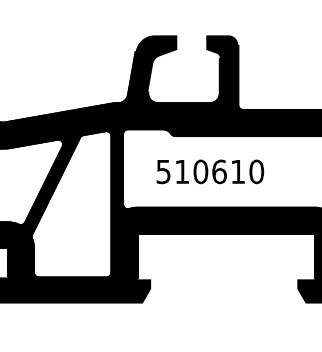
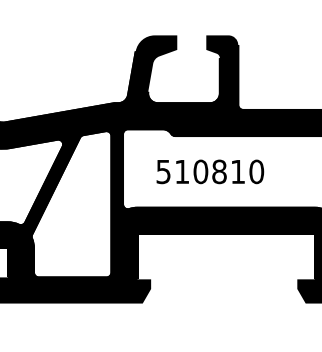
text at (219, 171): 510610 -> 510810
